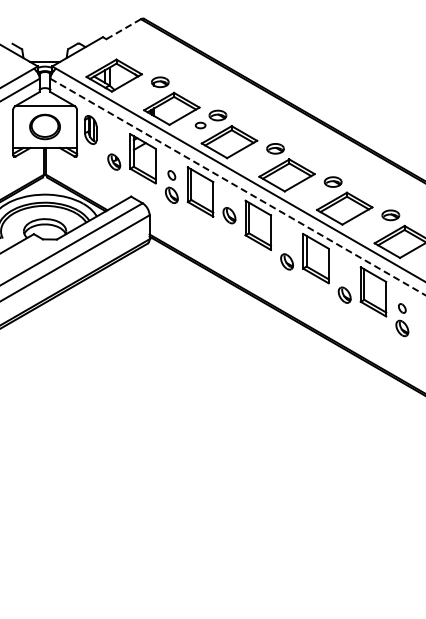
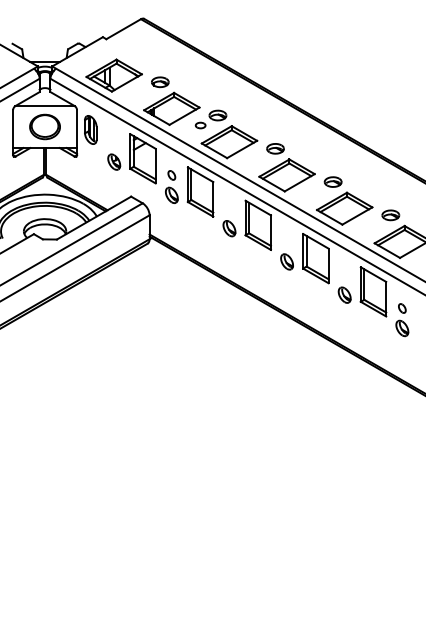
line at (123, 29): dashed -> solid
line at (238, 187): dashed -> solid
part at (229, 215) position: (229, 215) -> (229, 228)
